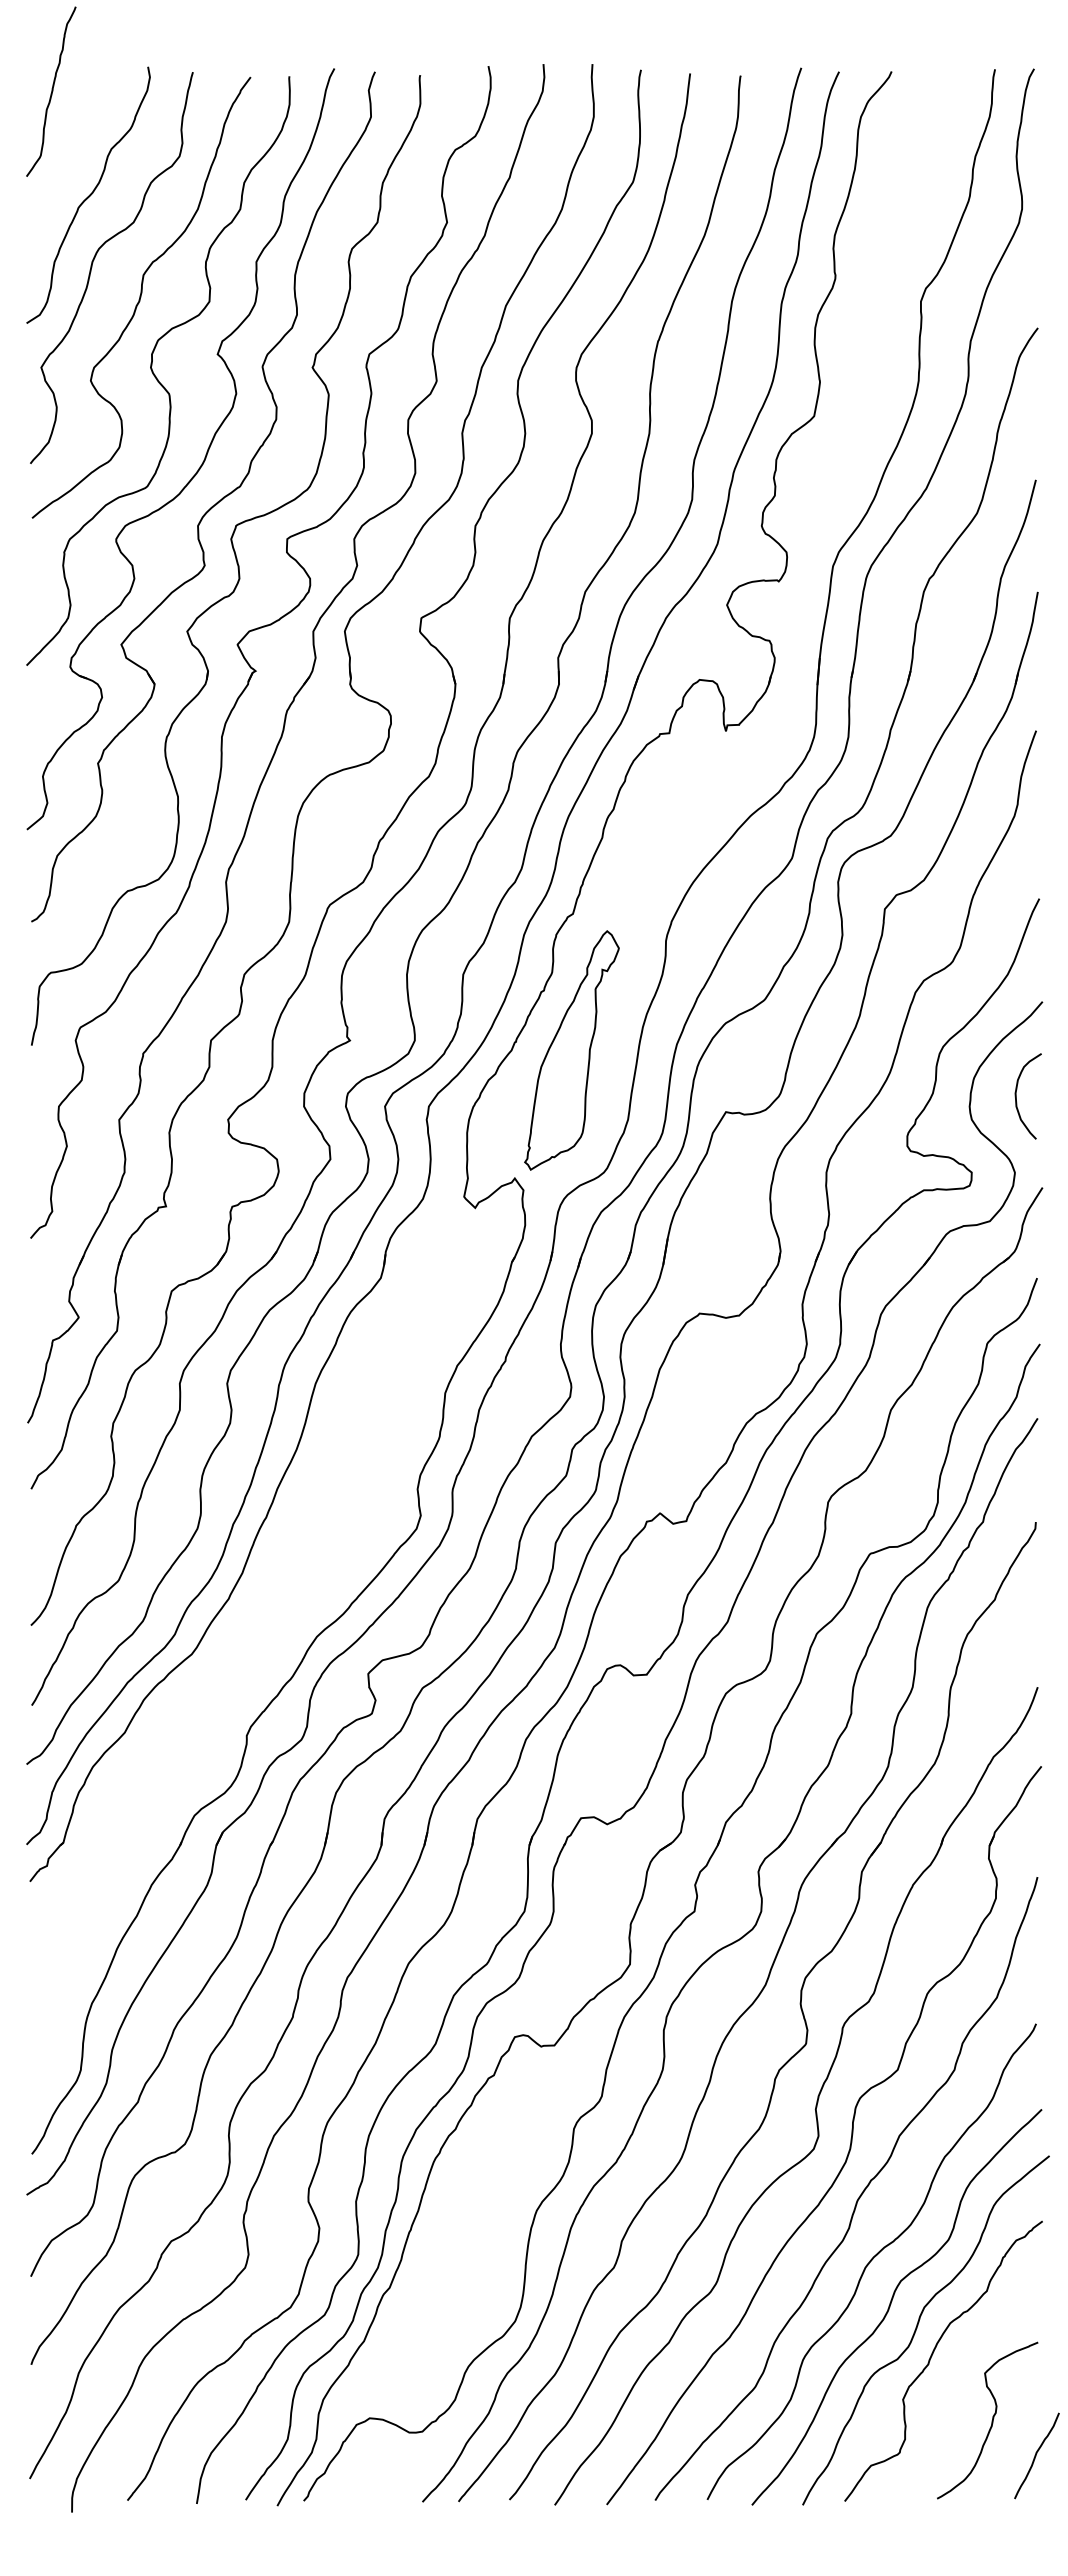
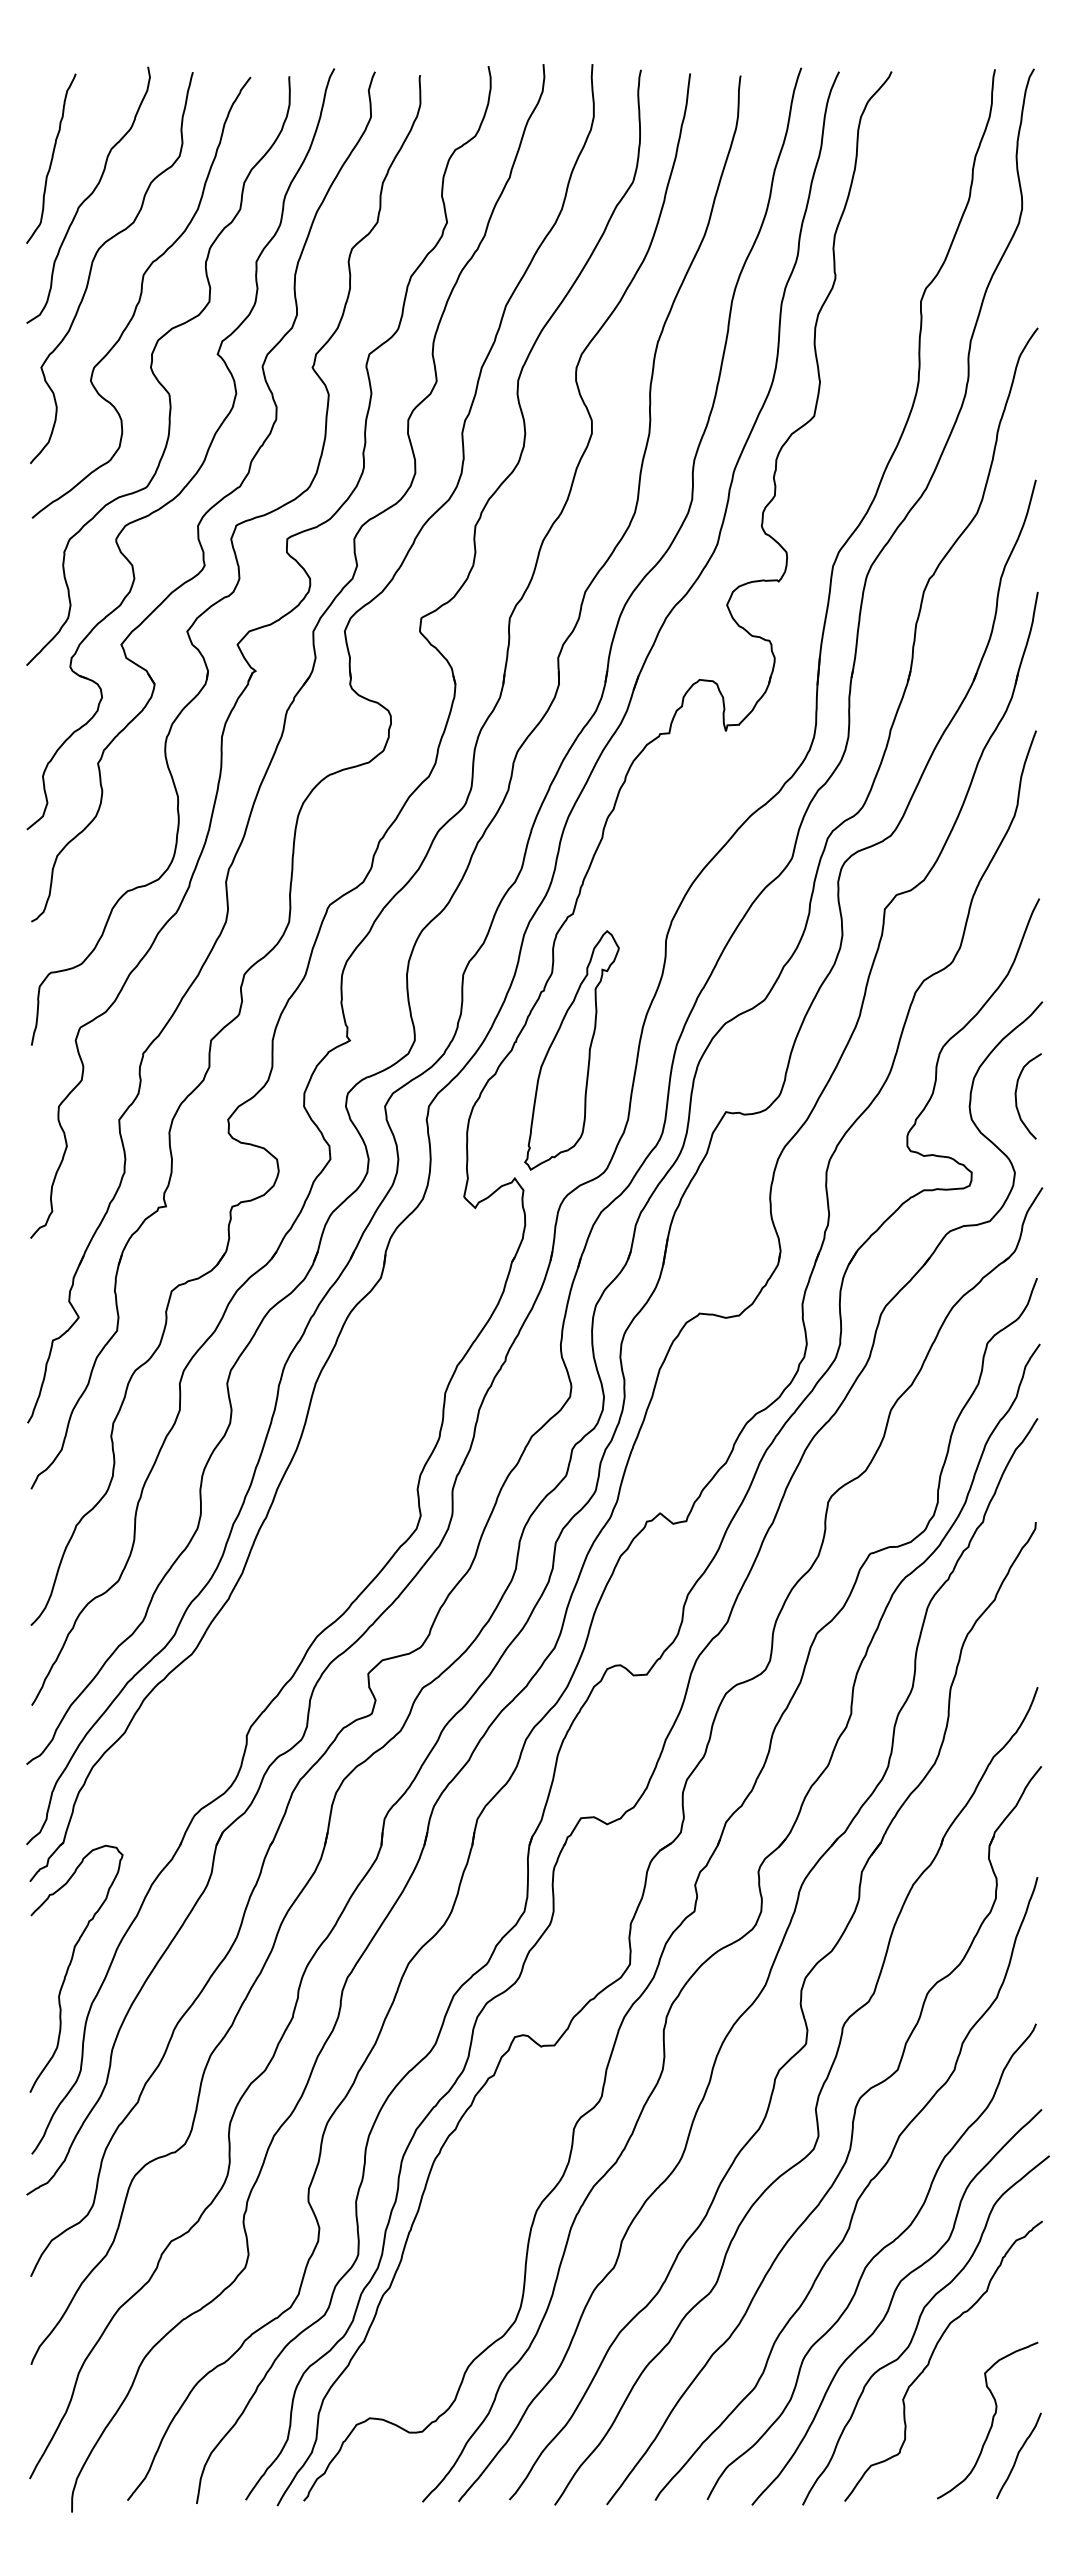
curve at (51, 91) position: (51, 91) -> (51, 158)
curve at (70, 1965): none -> present
curve at (1036, 2455) position: (1036, 2455) -> (1018, 2455)
